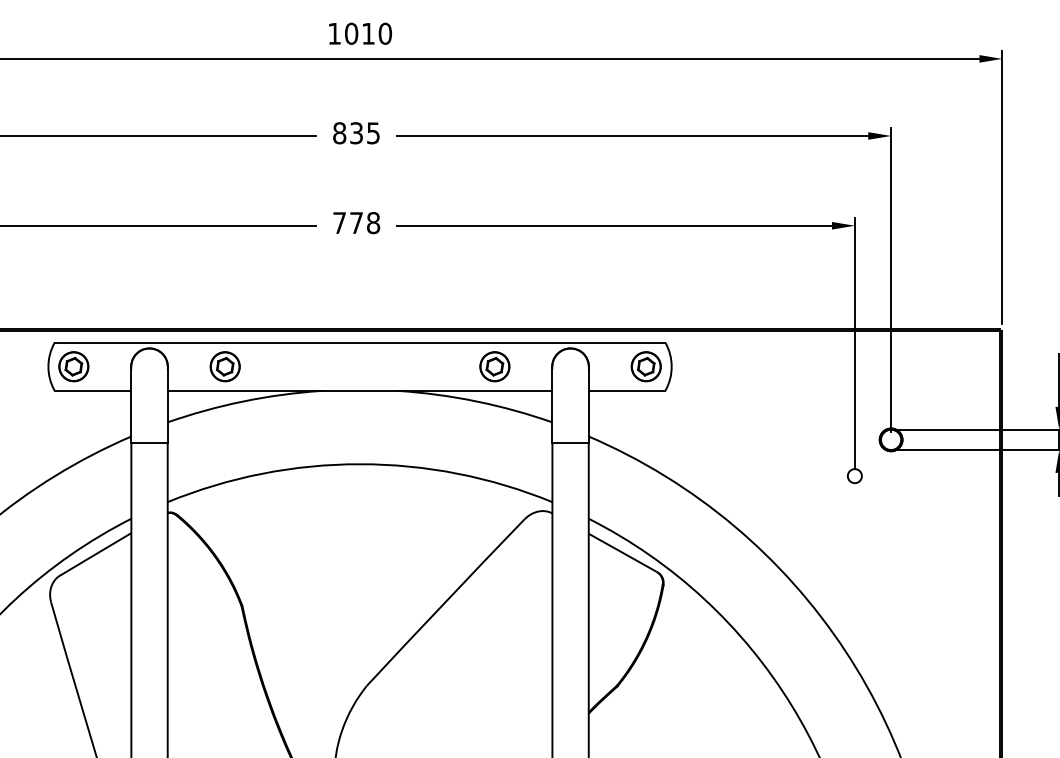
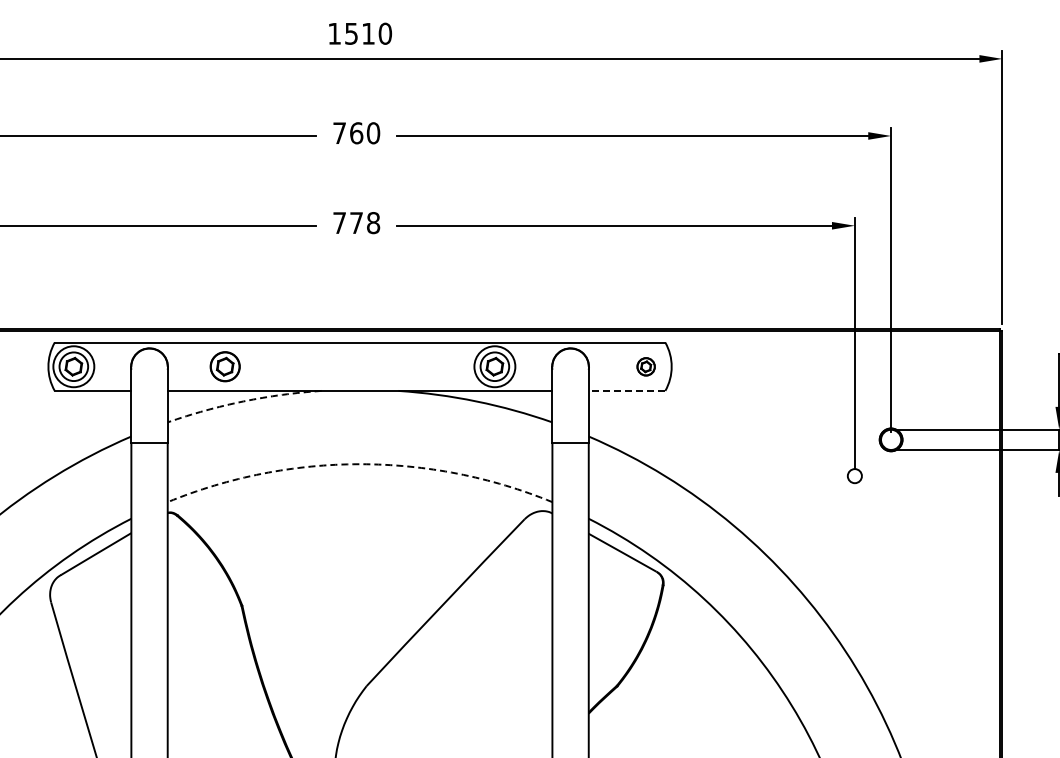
text at (351, 33): 1010 -> 1510
text at (356, 133): 835 -> 760
circle at (73, 366) diameter: 29 px -> 41 px
circle at (494, 366) diameter: 29 px -> 41 px
part at (645, 366) size: 32x32 px -> 20x20 px
line at (626, 390): solid -> dashed
arc at (243, 401): solid -> dashed
arc at (360, 464): solid -> dashed
